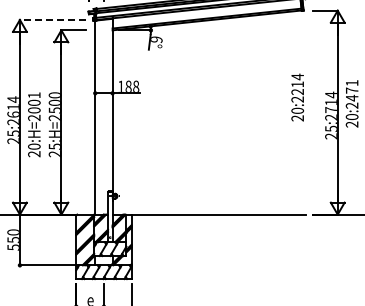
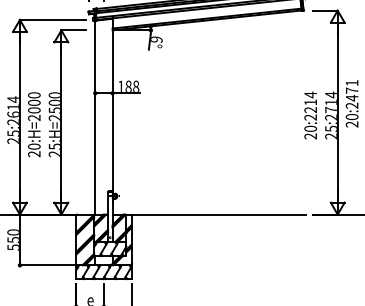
line at (52, 19): dashed -> solid
text at (34, 95): 20:H=2001 -> 20:H=2000
text at (297, 97) position: (297, 97) -> (310, 115)
